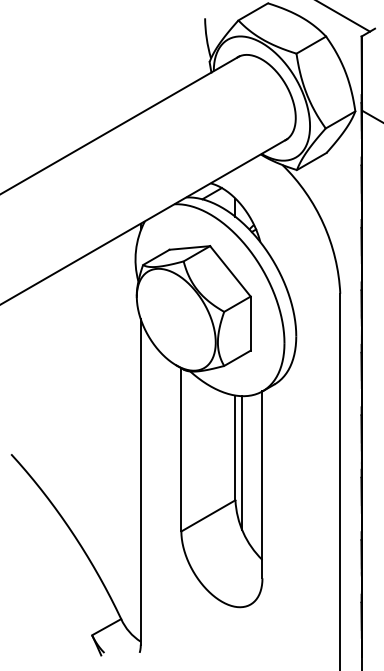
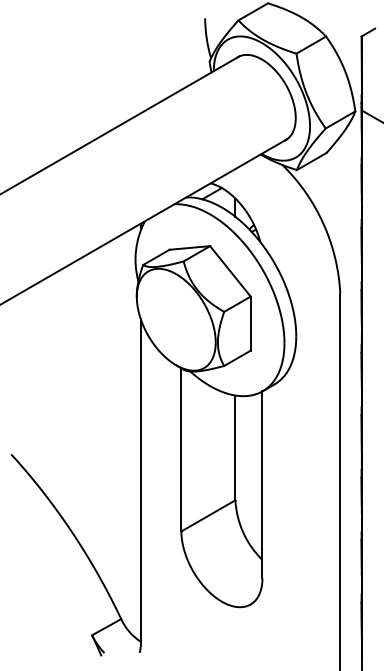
line at (344, 16): present -> none
line at (242, 463): present -> none
